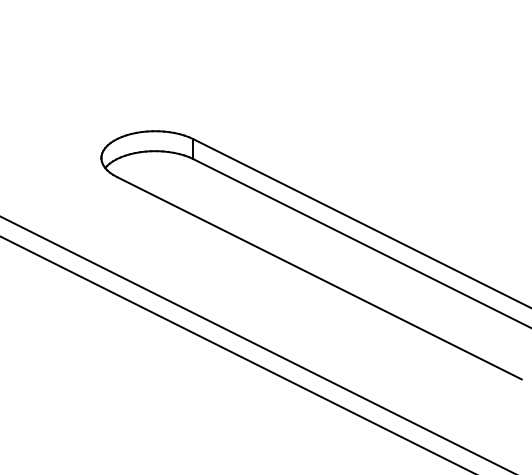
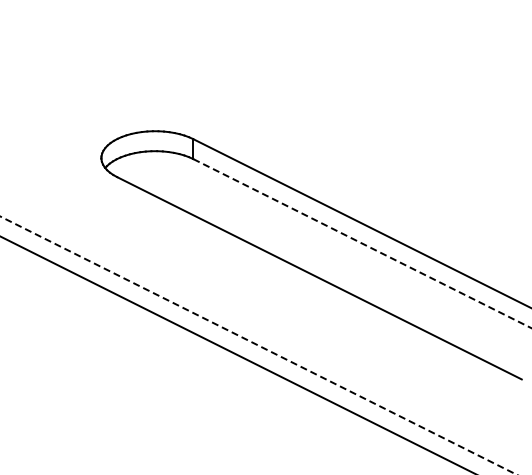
line at (361, 243): solid -> dashed
line at (259, 345): solid -> dashed
